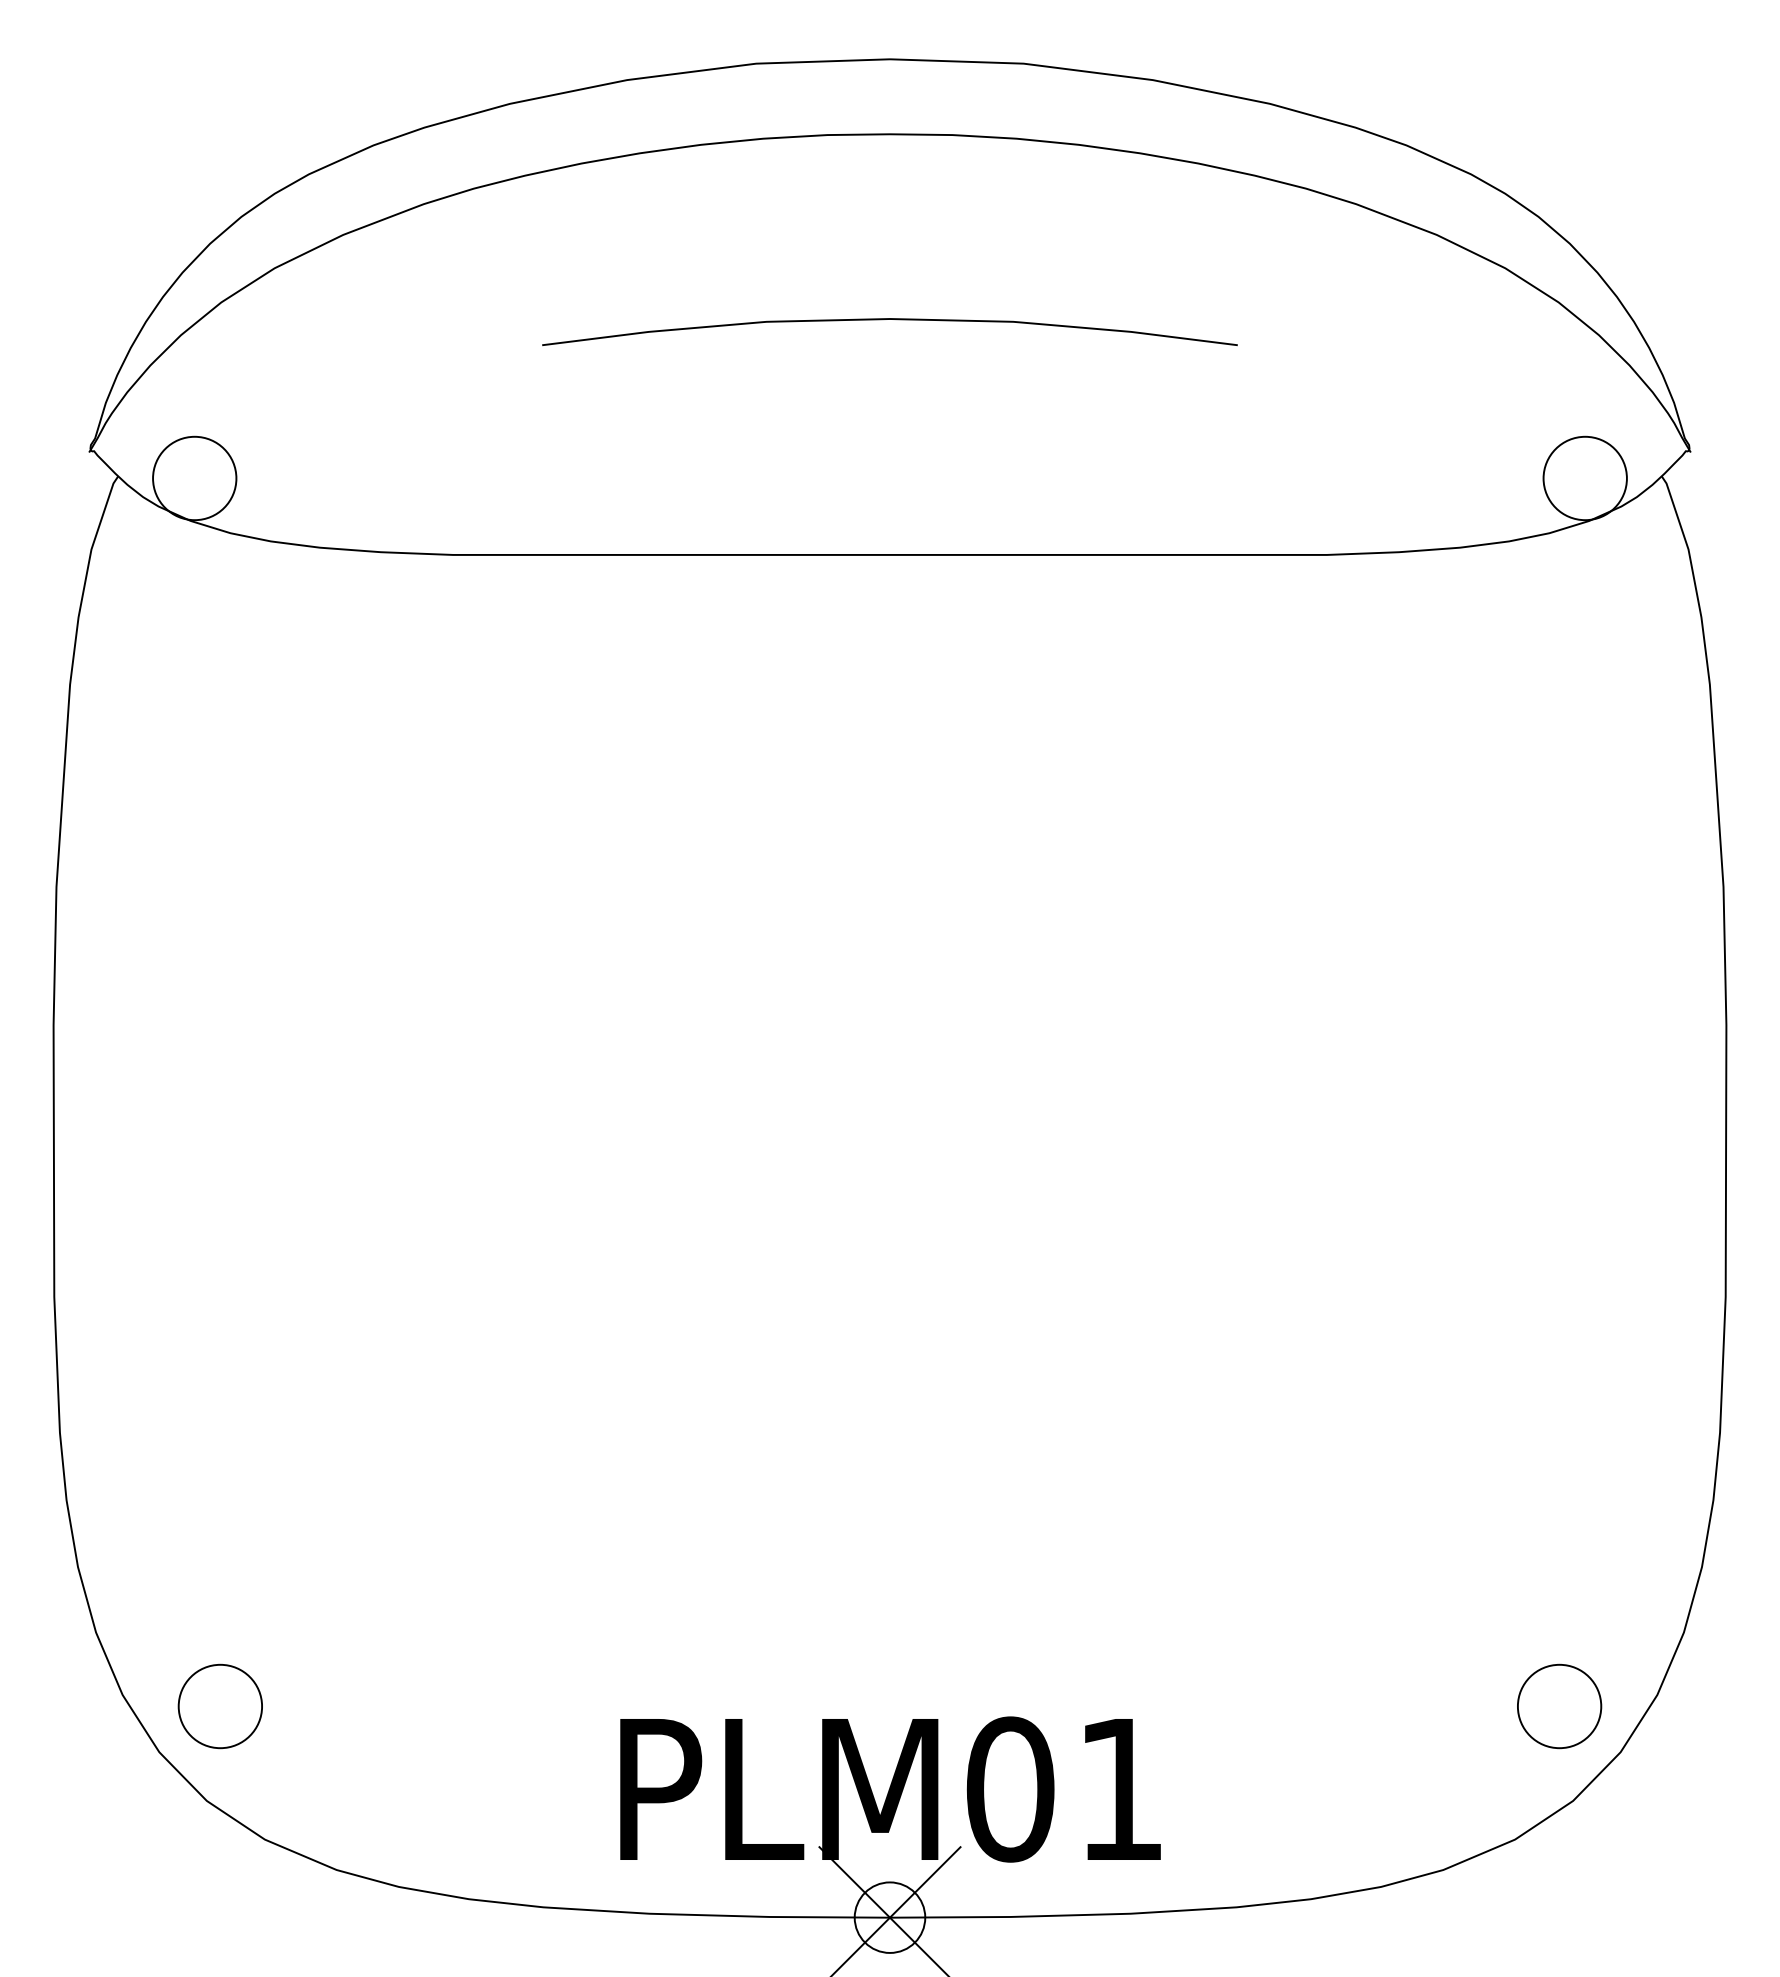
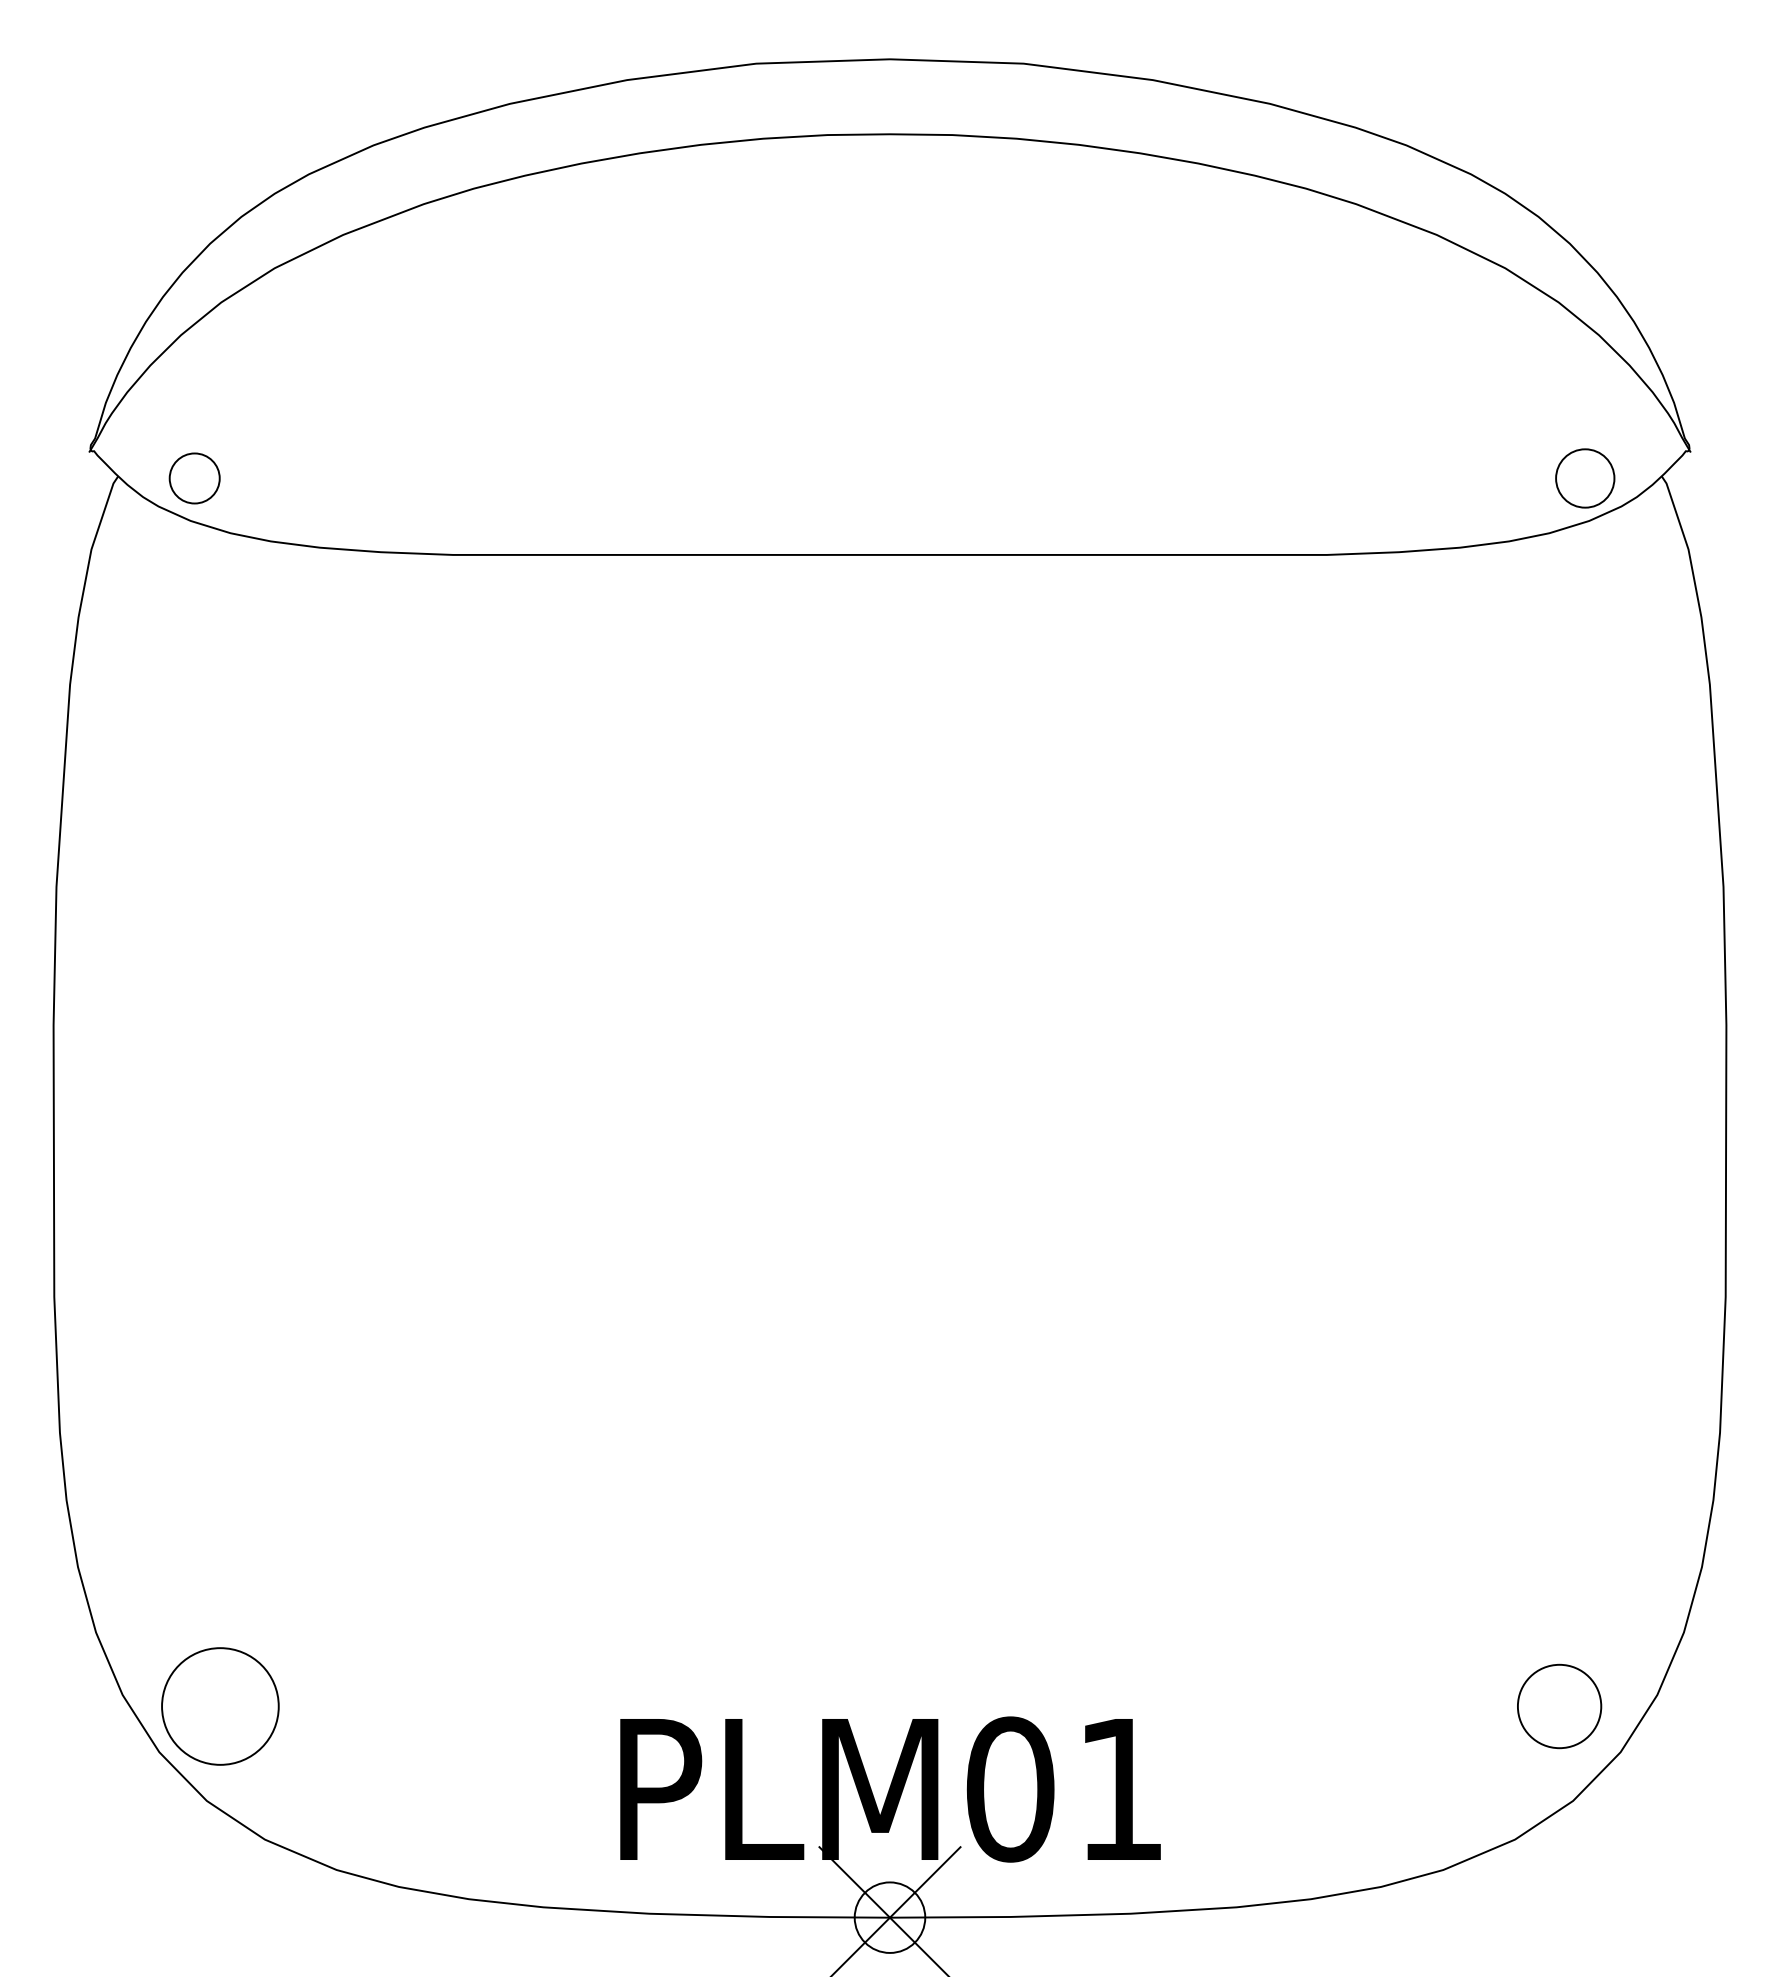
curve at (889, 319): present -> none
circle at (194, 478) diameter: 83 px -> 50 px
circle at (1584, 478) diameter: 83 px -> 58 px
circle at (220, 1706) diameter: 83 px -> 117 px
